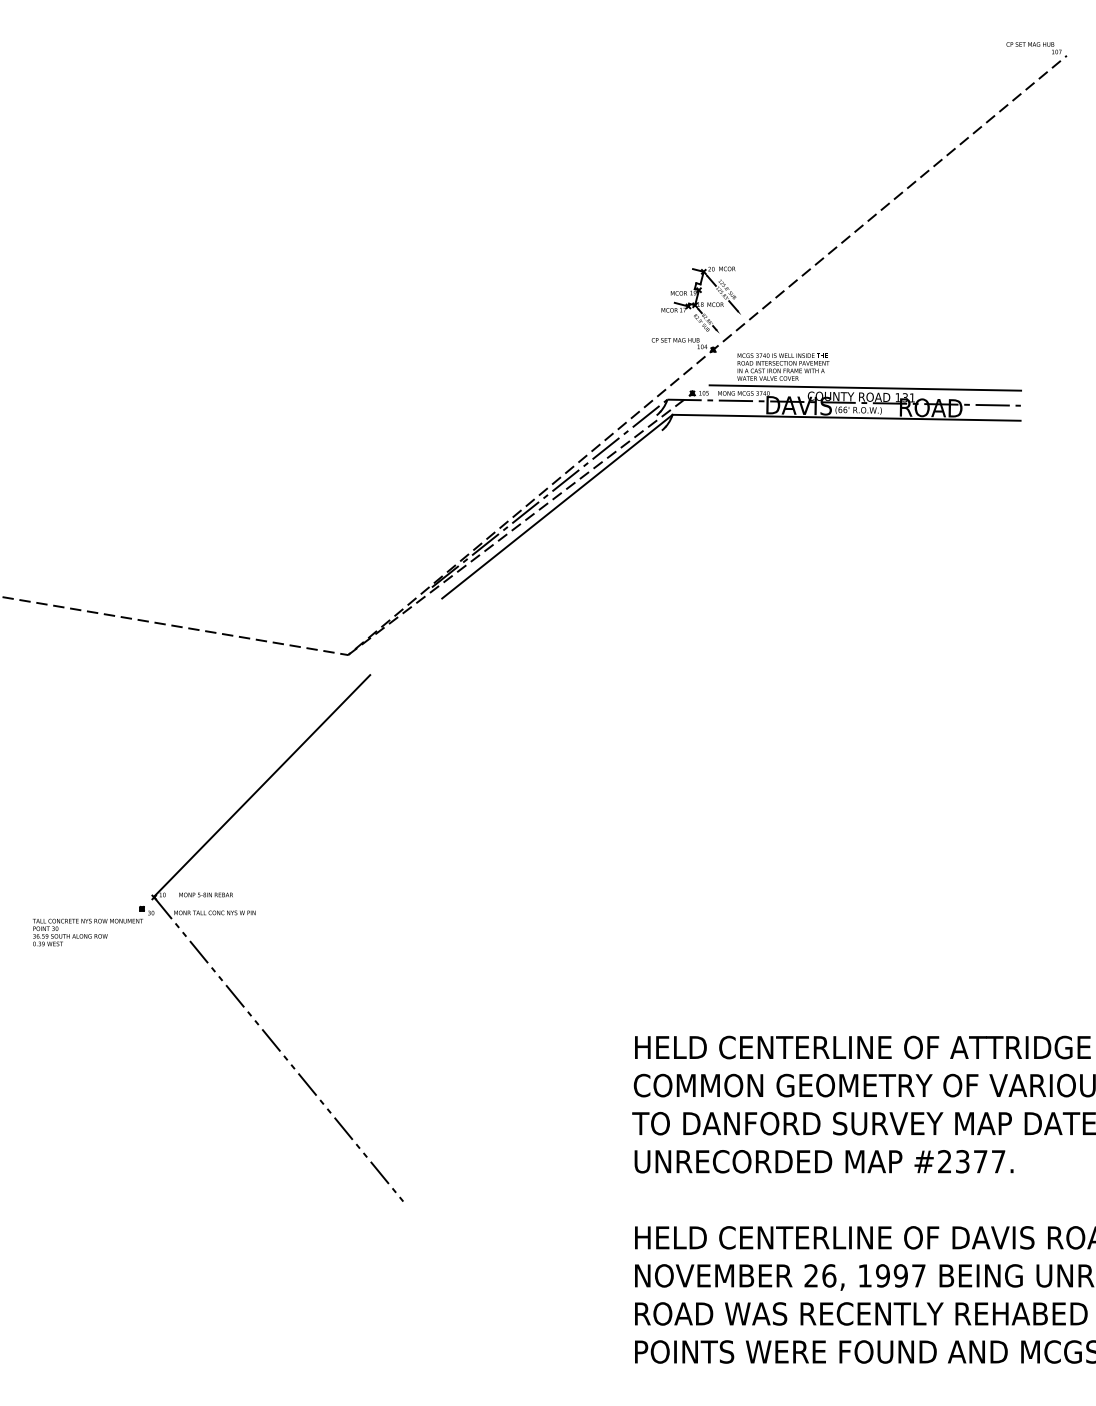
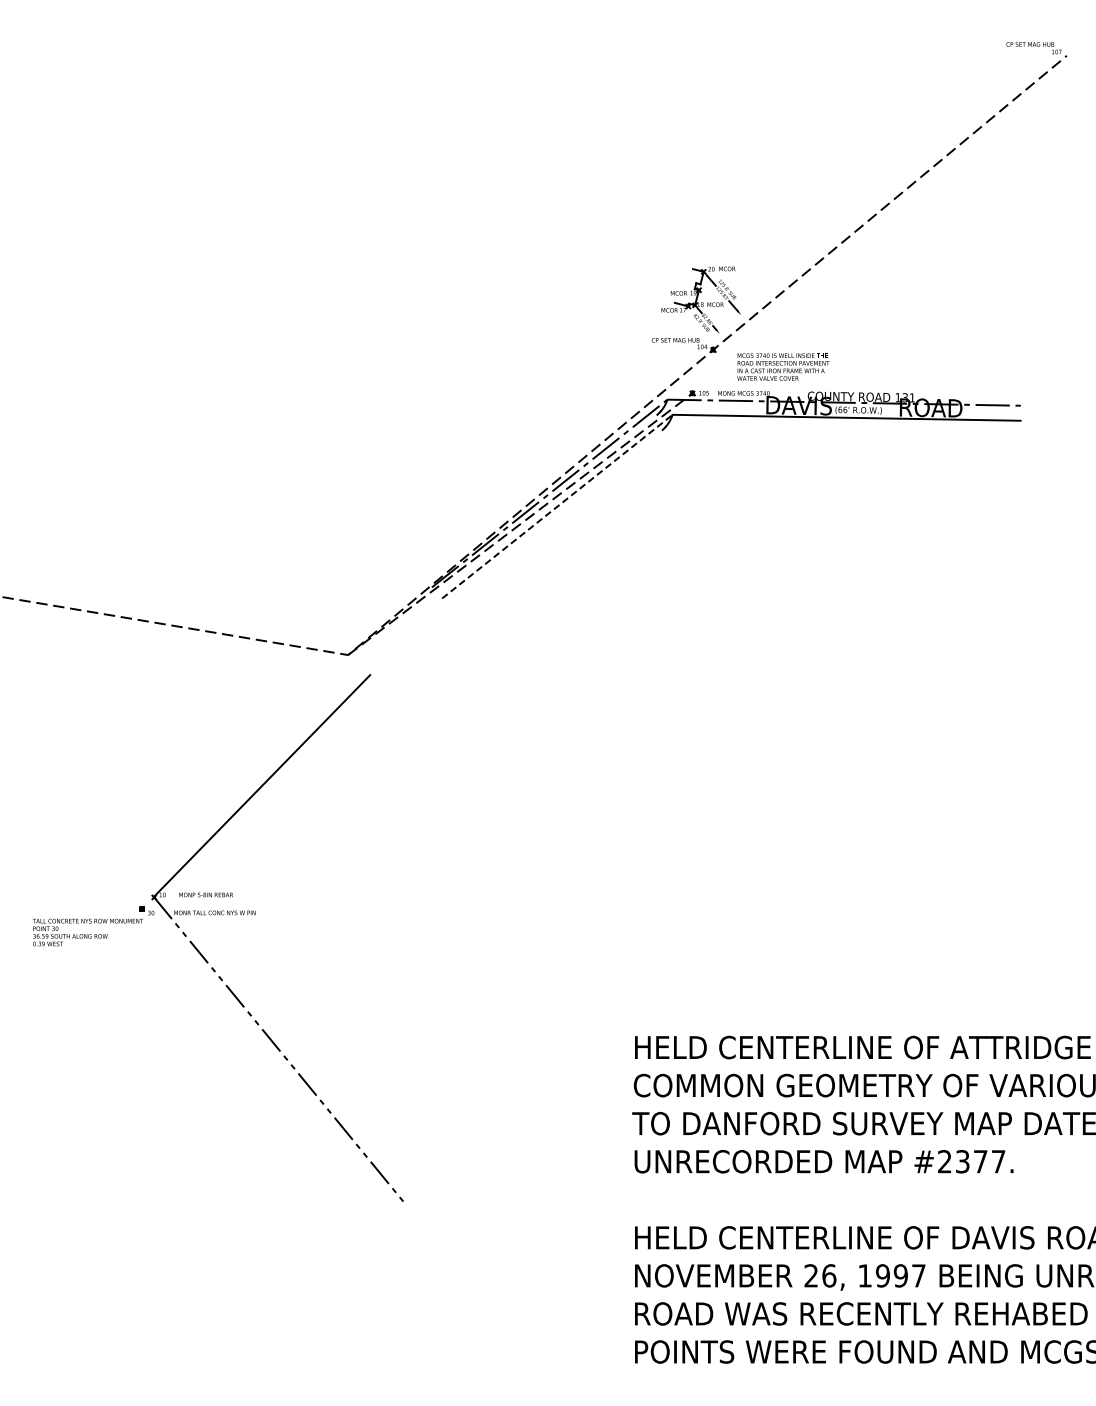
line at (865, 387): present -> none
line at (557, 506): solid -> dashed
